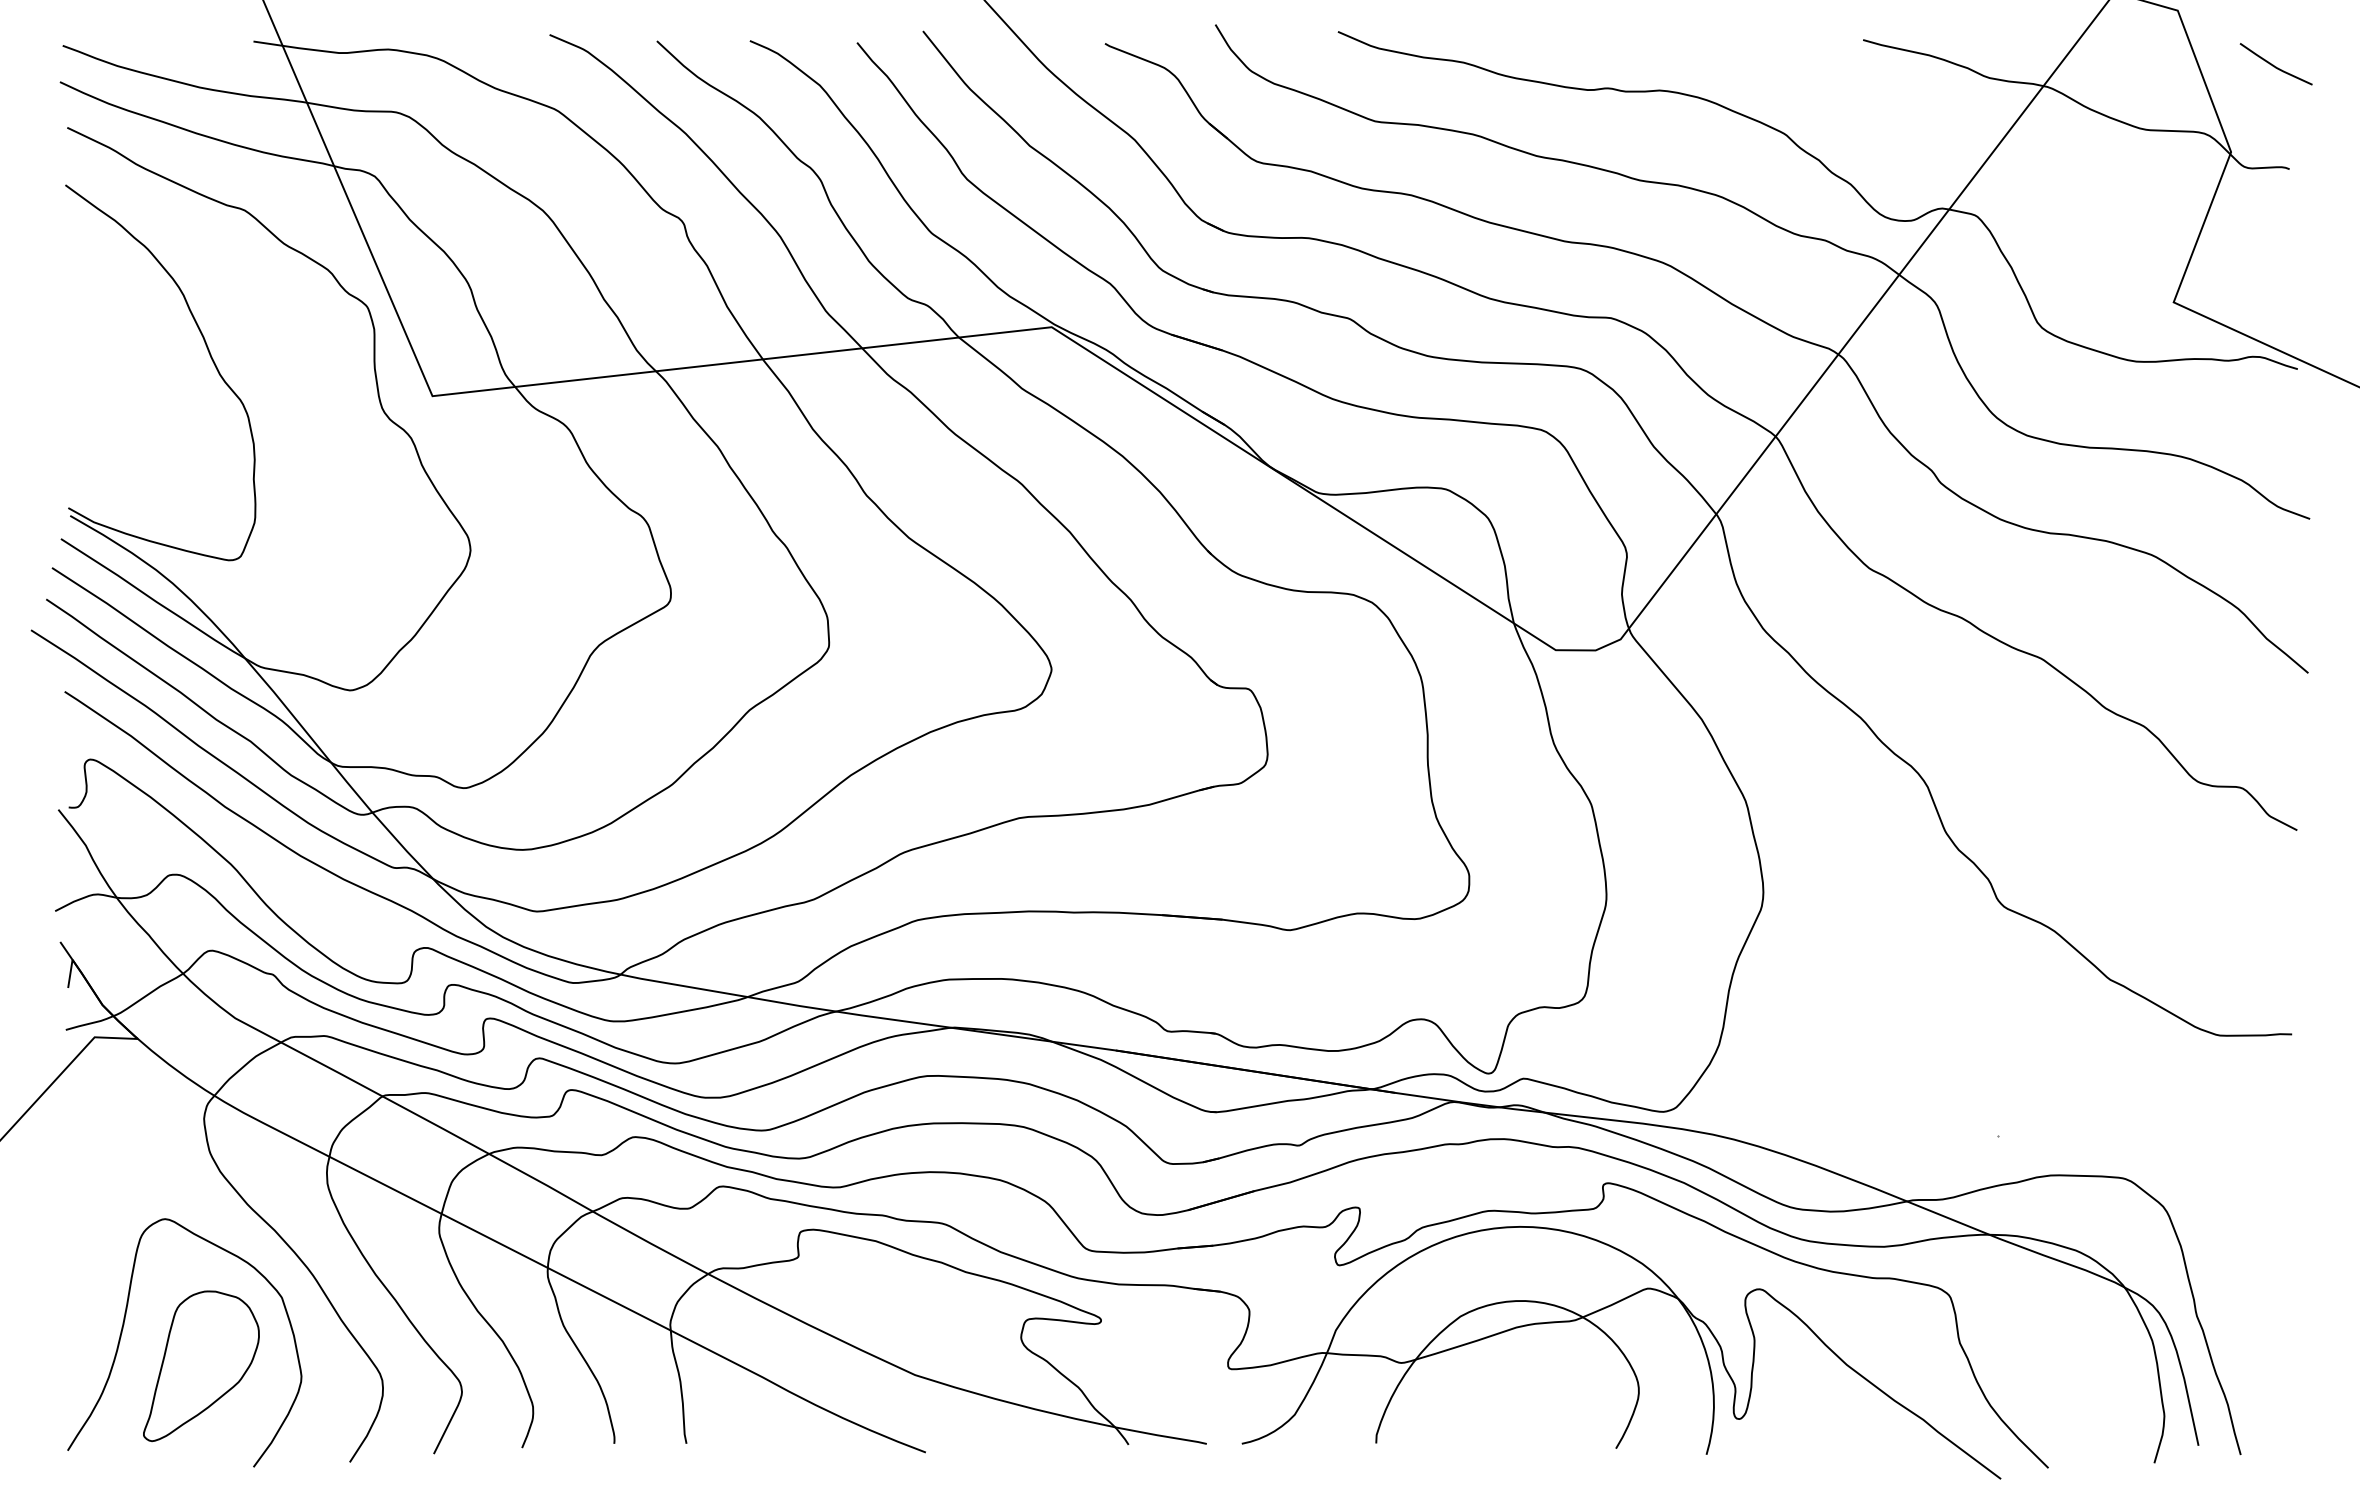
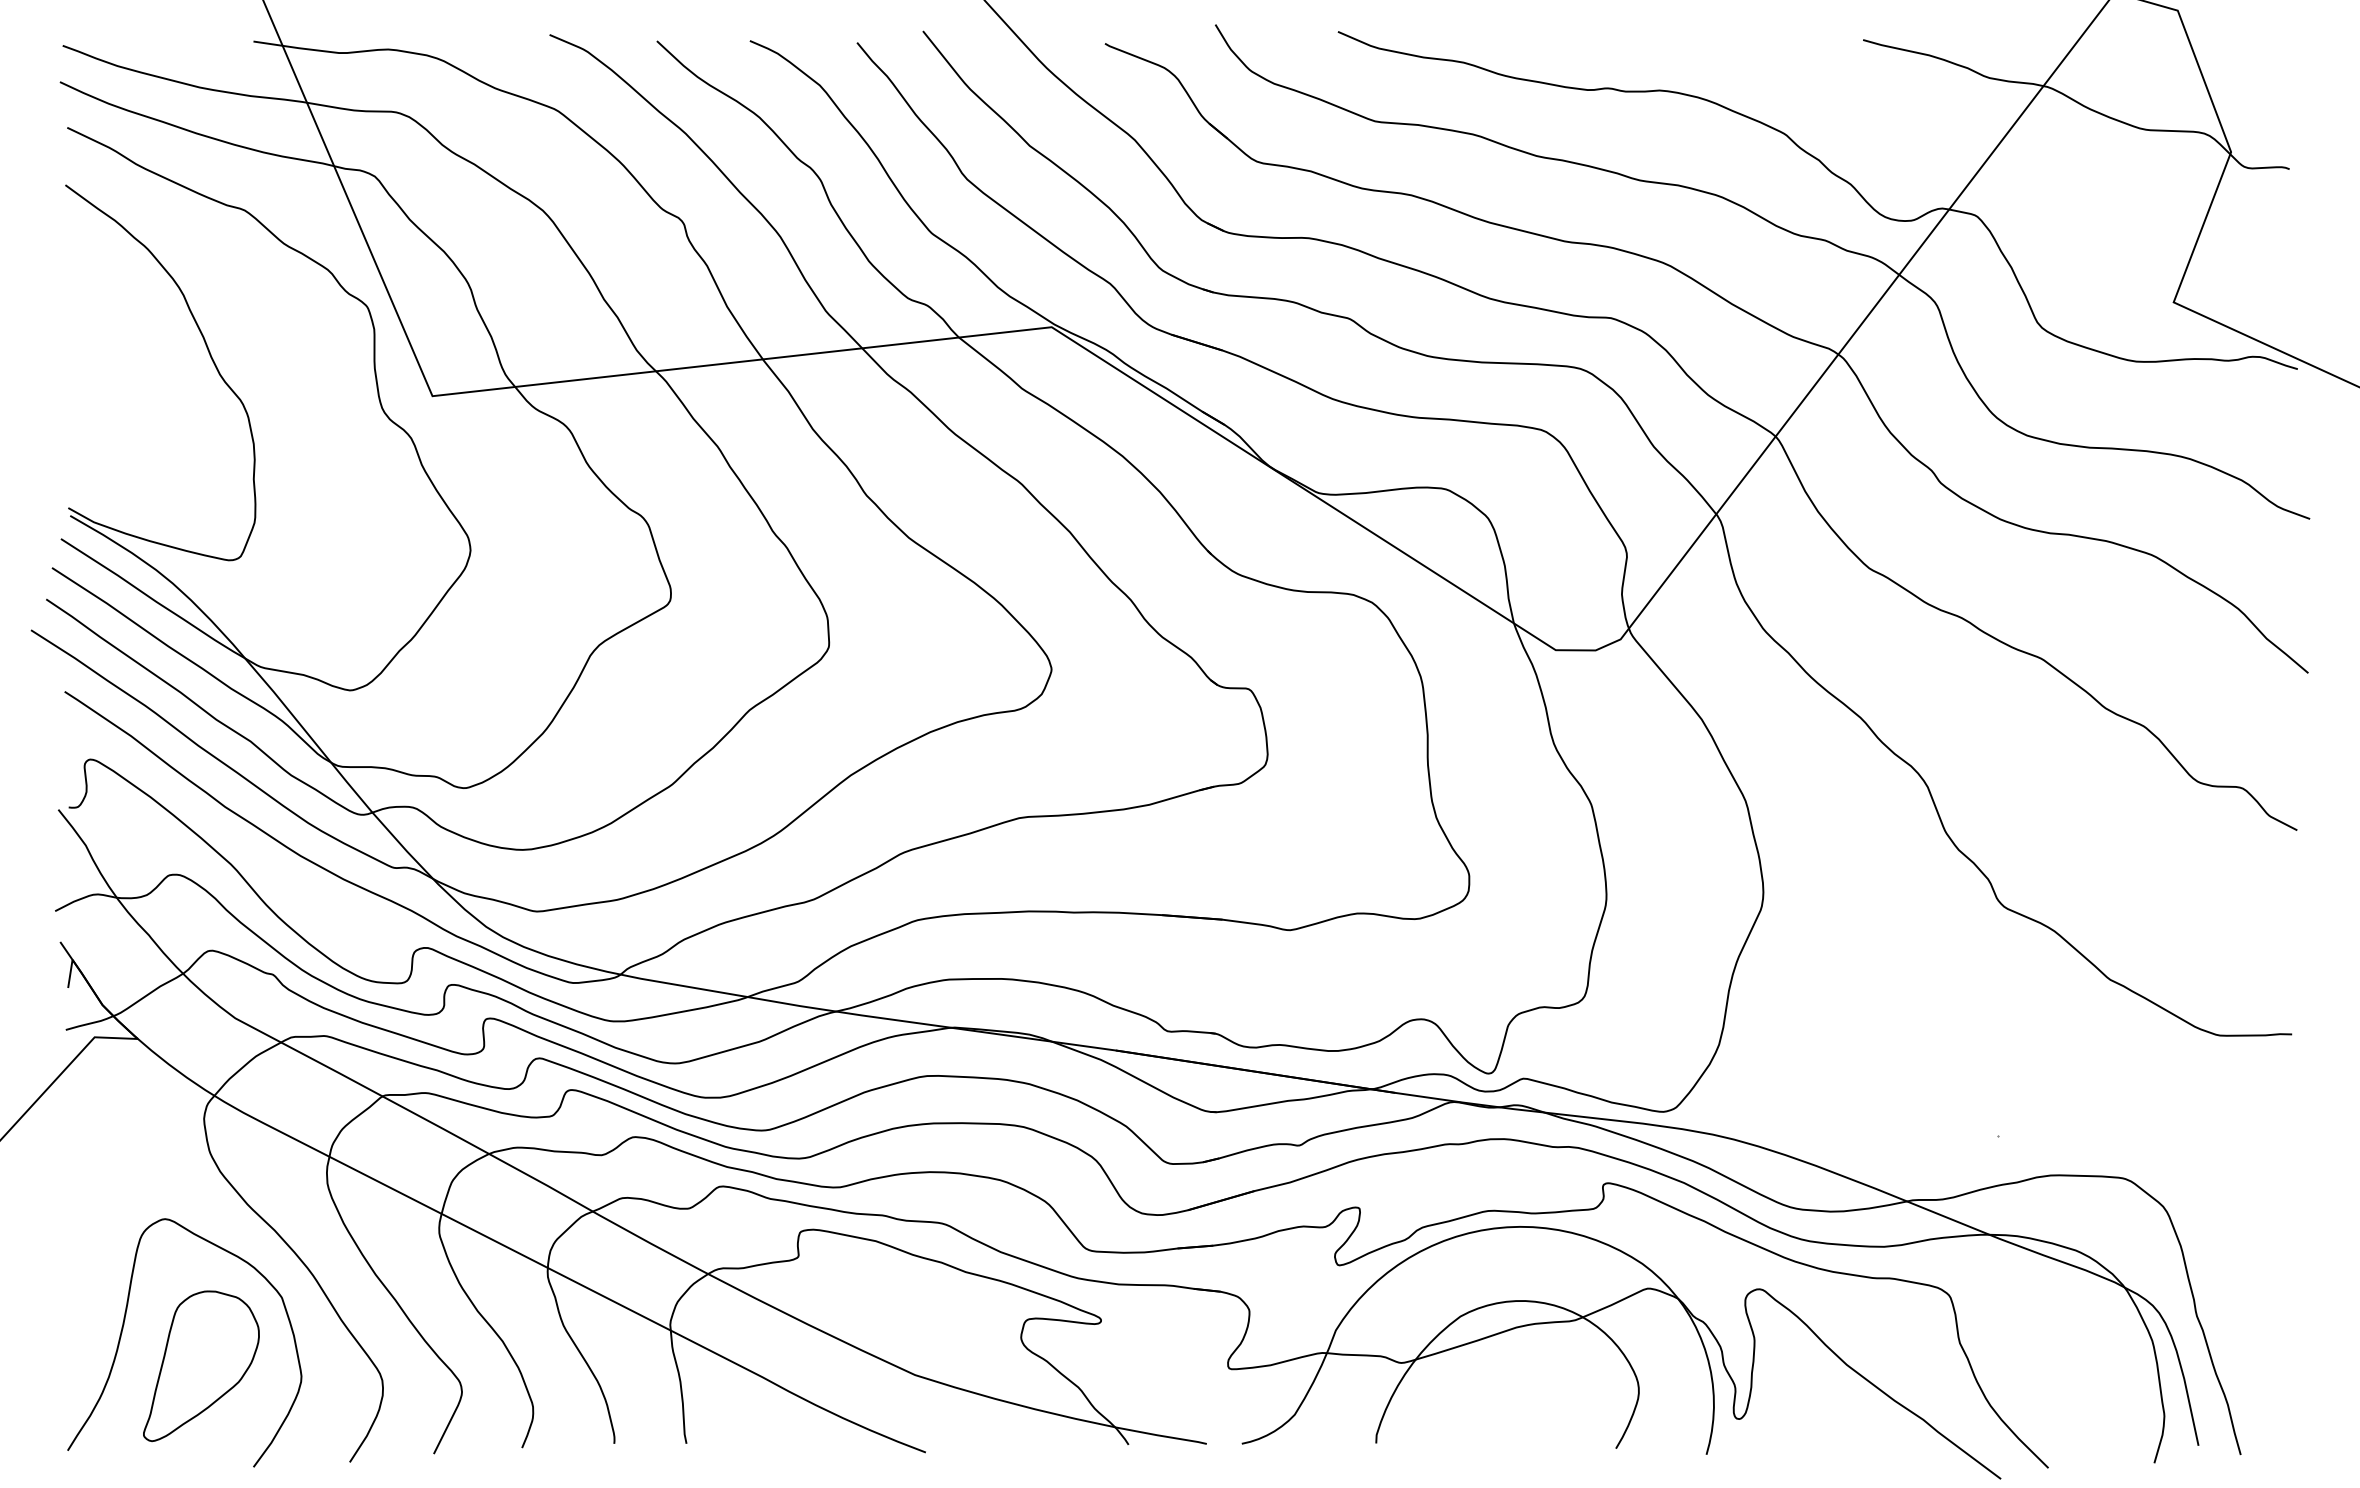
line at (2274, 65): present -> none
